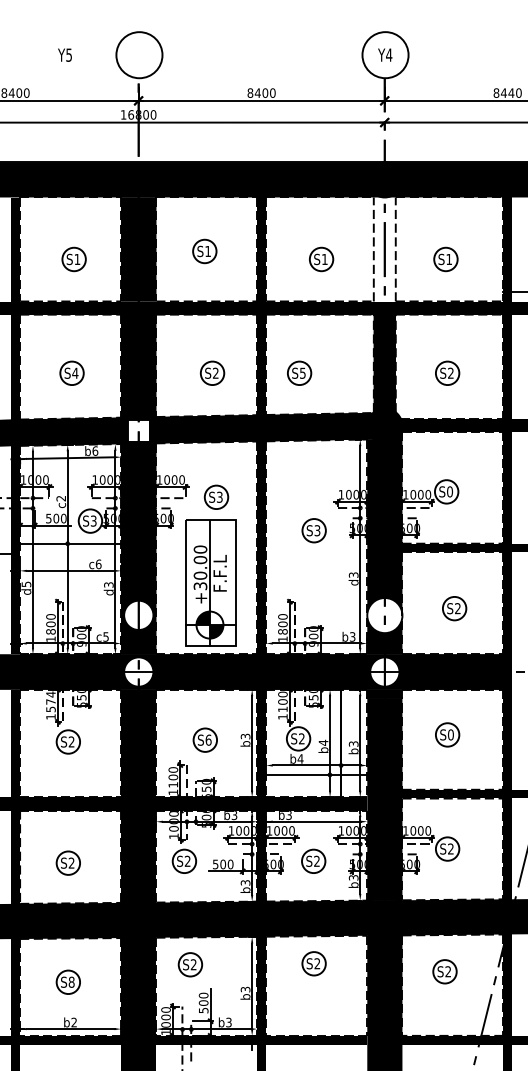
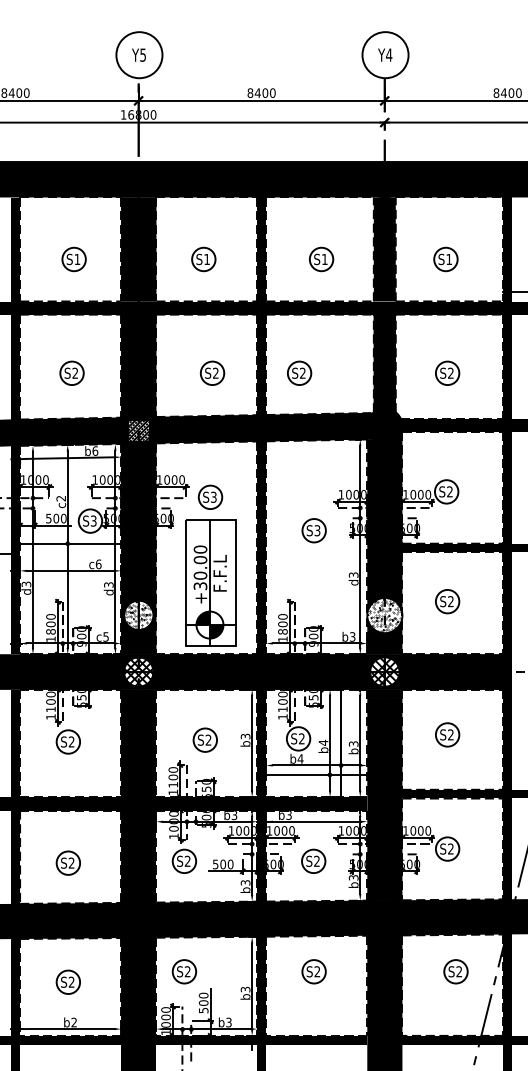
text at (64, 54) position: (64, 54) -> (138, 54)
text at (511, 92): 8440 -> 8400
fill at (384, 249): none -> present
part at (204, 251) position: (204, 251) -> (203, 259)
text at (75, 372): S4 -> S2
text at (302, 372): S5 -> S2
hatch at (138, 430): none -> present
text at (449, 491): S0 -> S2
part at (216, 496) position: (216, 496) -> (210, 496)
text at (25, 583): d5 -> d3
part at (454, 608) position: (454, 608) -> (447, 601)
hatch at (138, 615): none -> present
hatch at (384, 615): none -> present
hatch at (138, 671): none -> present
hatch at (384, 672): none -> present
text at (50, 701): 1574 -> 1100
text at (450, 734): S0 -> S2
text at (208, 739): S6 -> S2
part at (313, 963) position: (313, 963) -> (313, 971)
part at (190, 964) position: (190, 964) -> (184, 971)
part at (444, 971) position: (444, 971) -> (455, 971)
text at (71, 981): S8 -> S2
